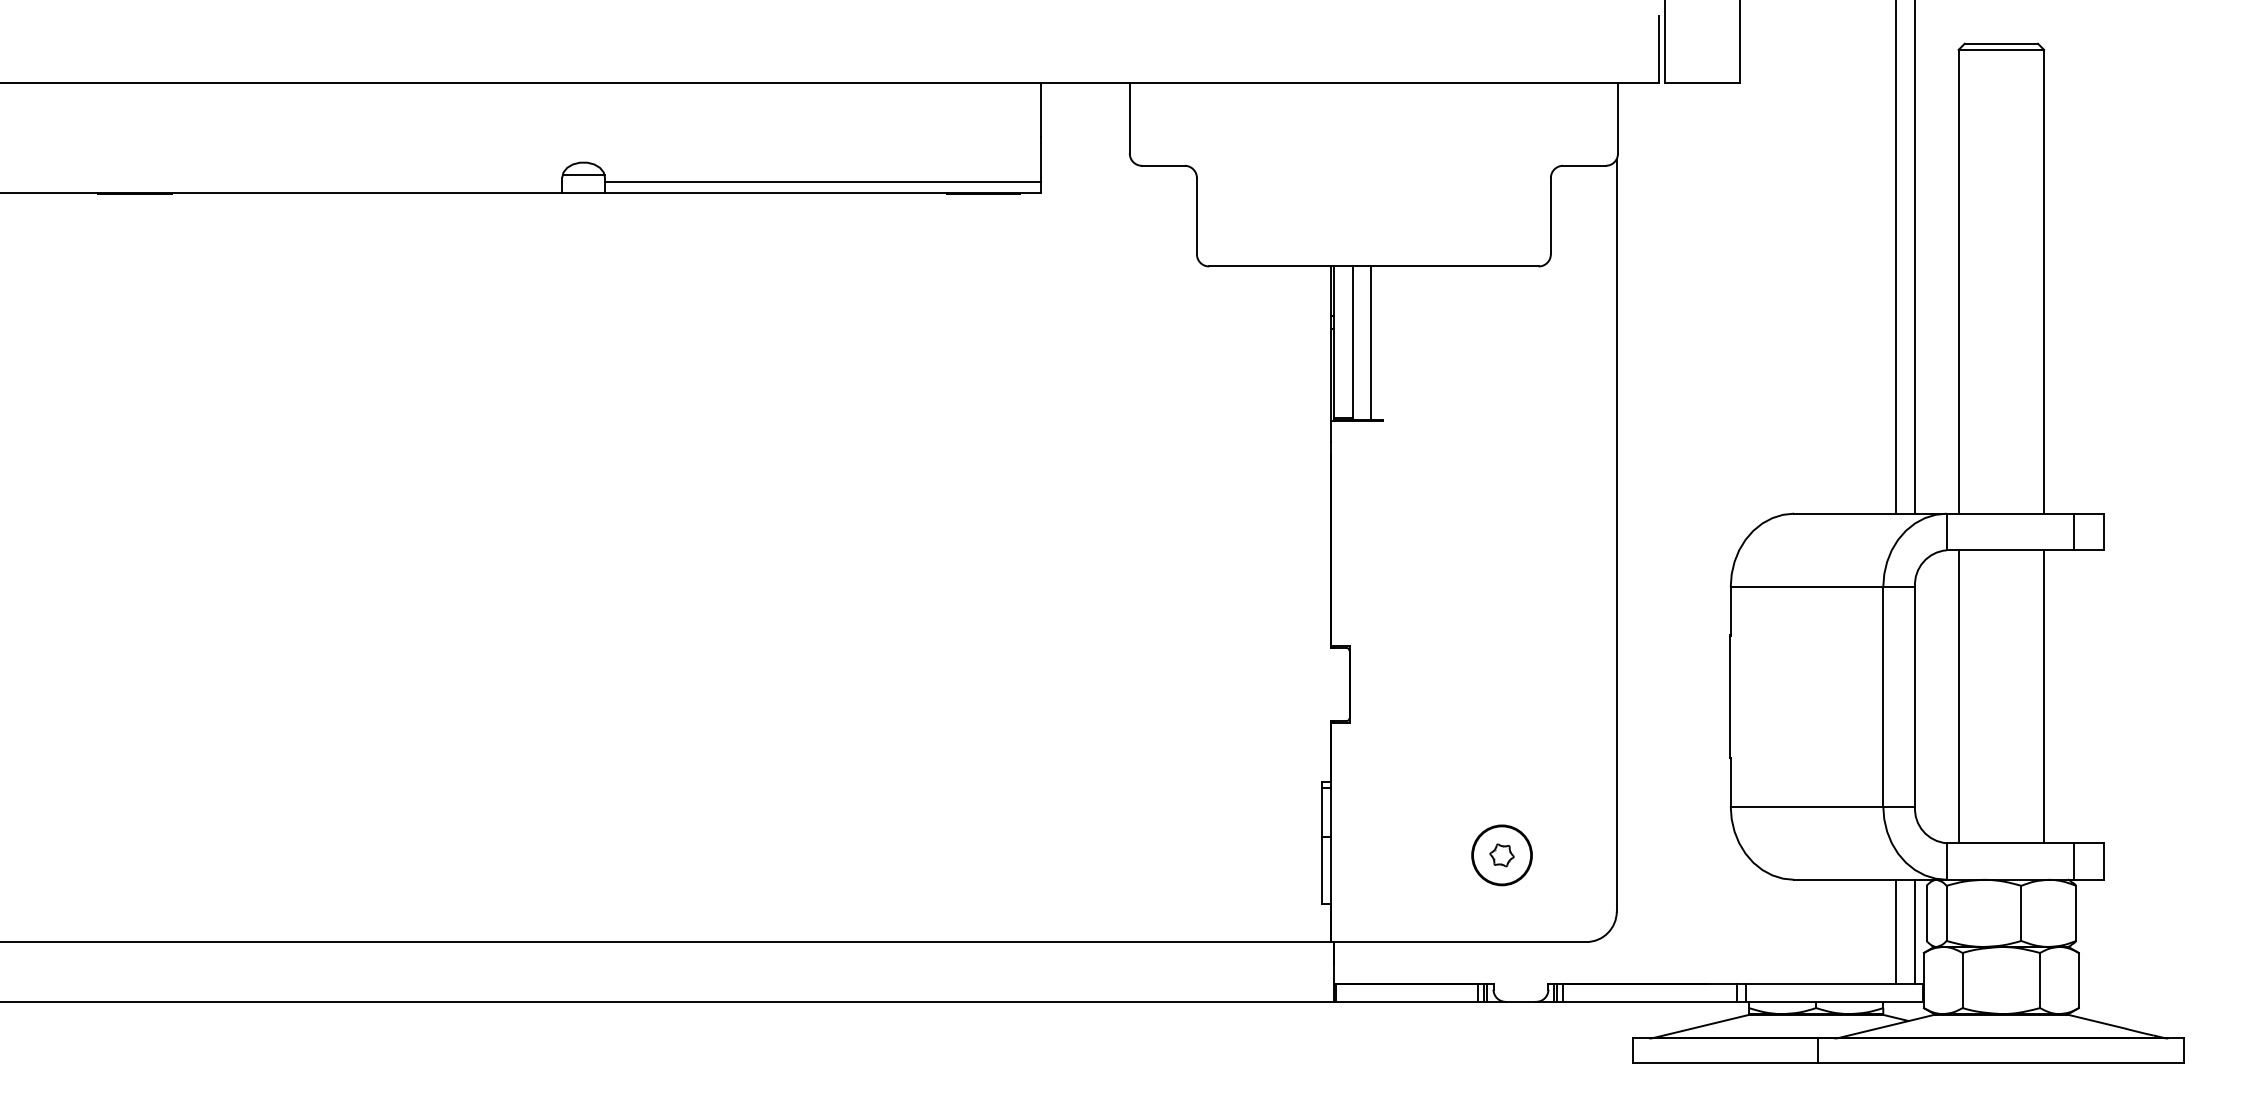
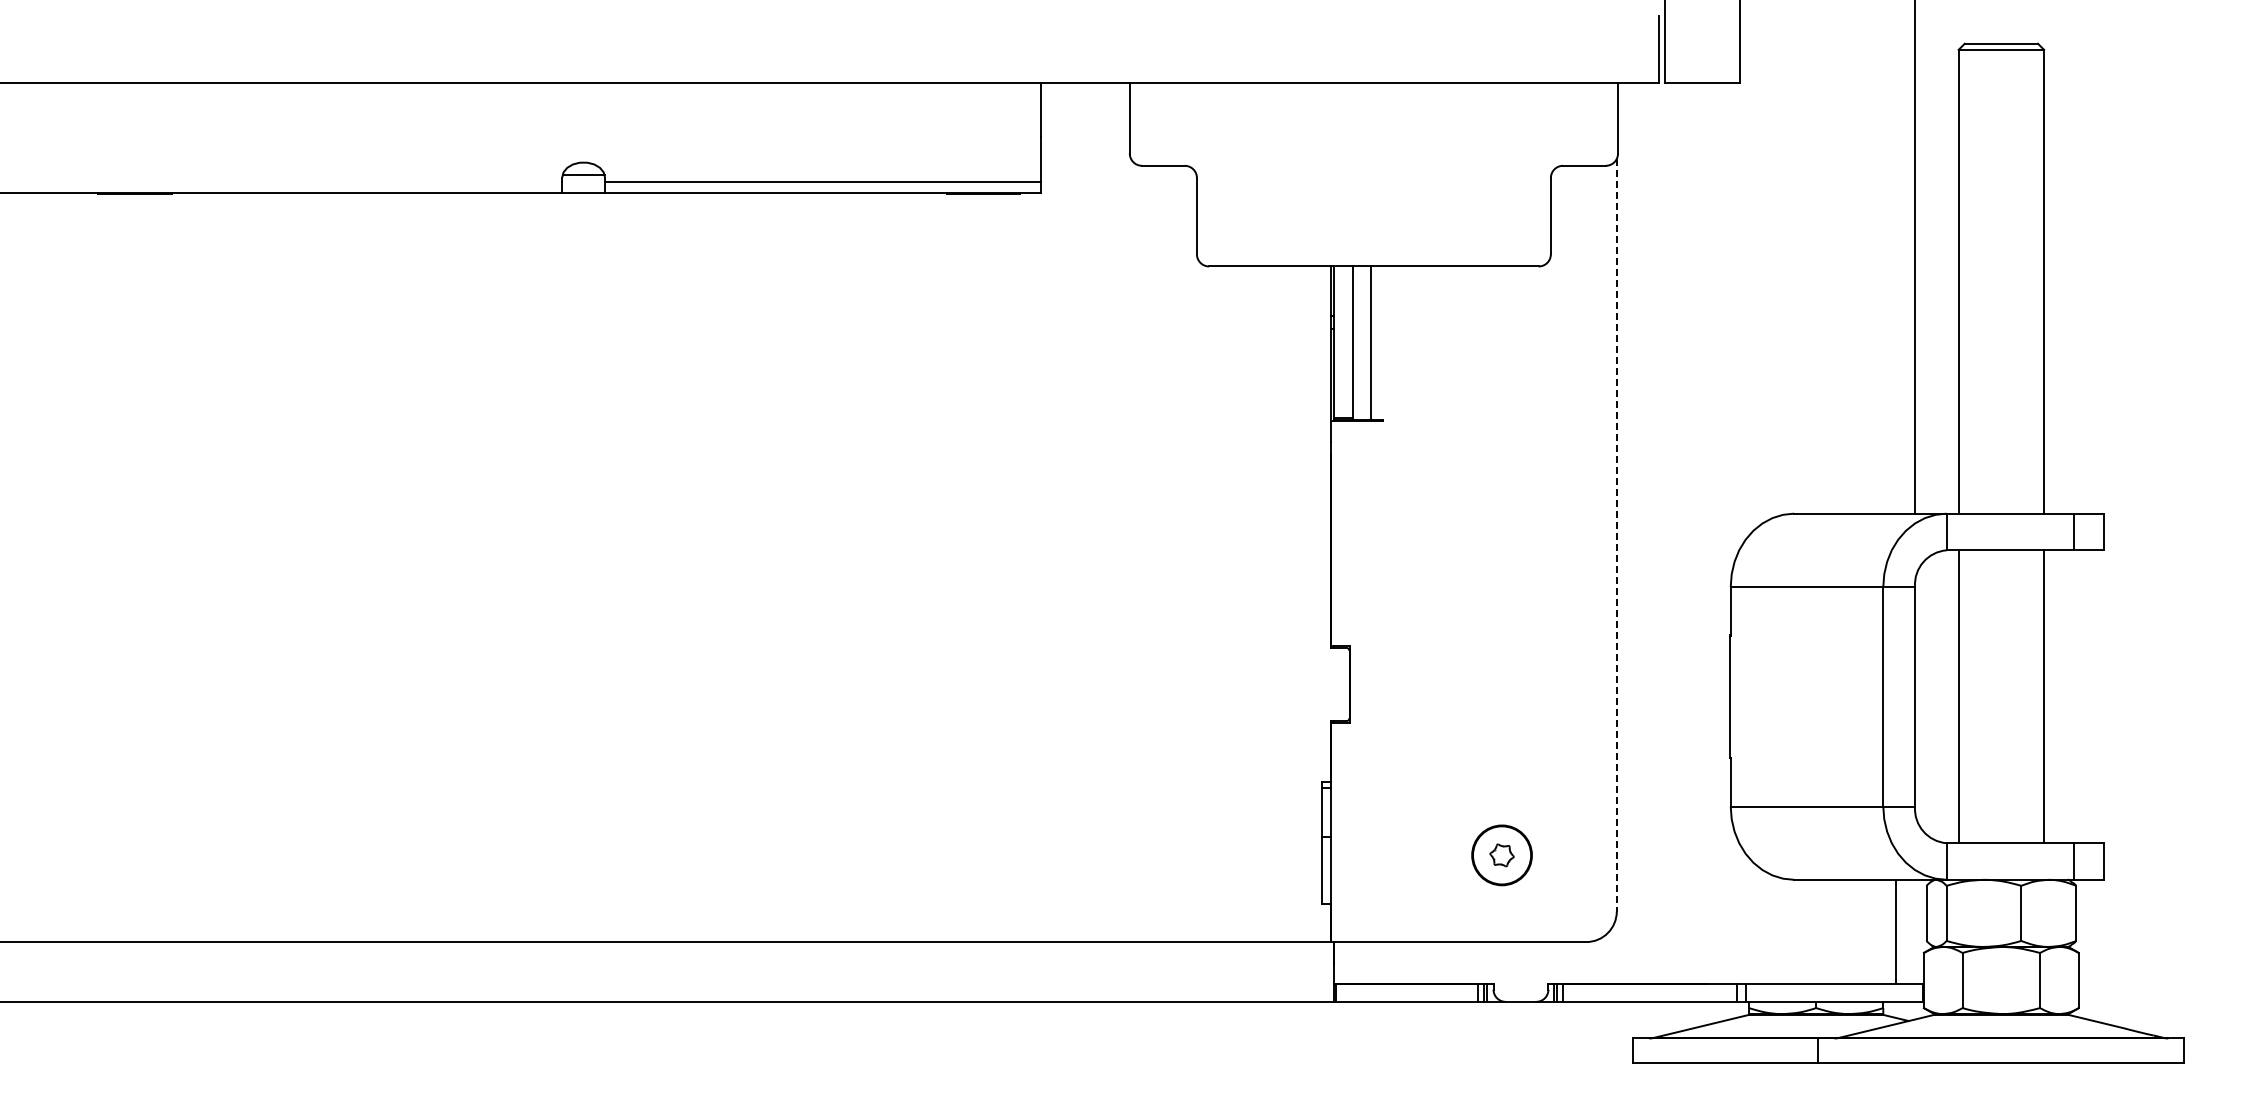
line at (1896, 257): present -> none
line at (1616, 535): solid -> dashed
line at (1914, 931): present -> none
